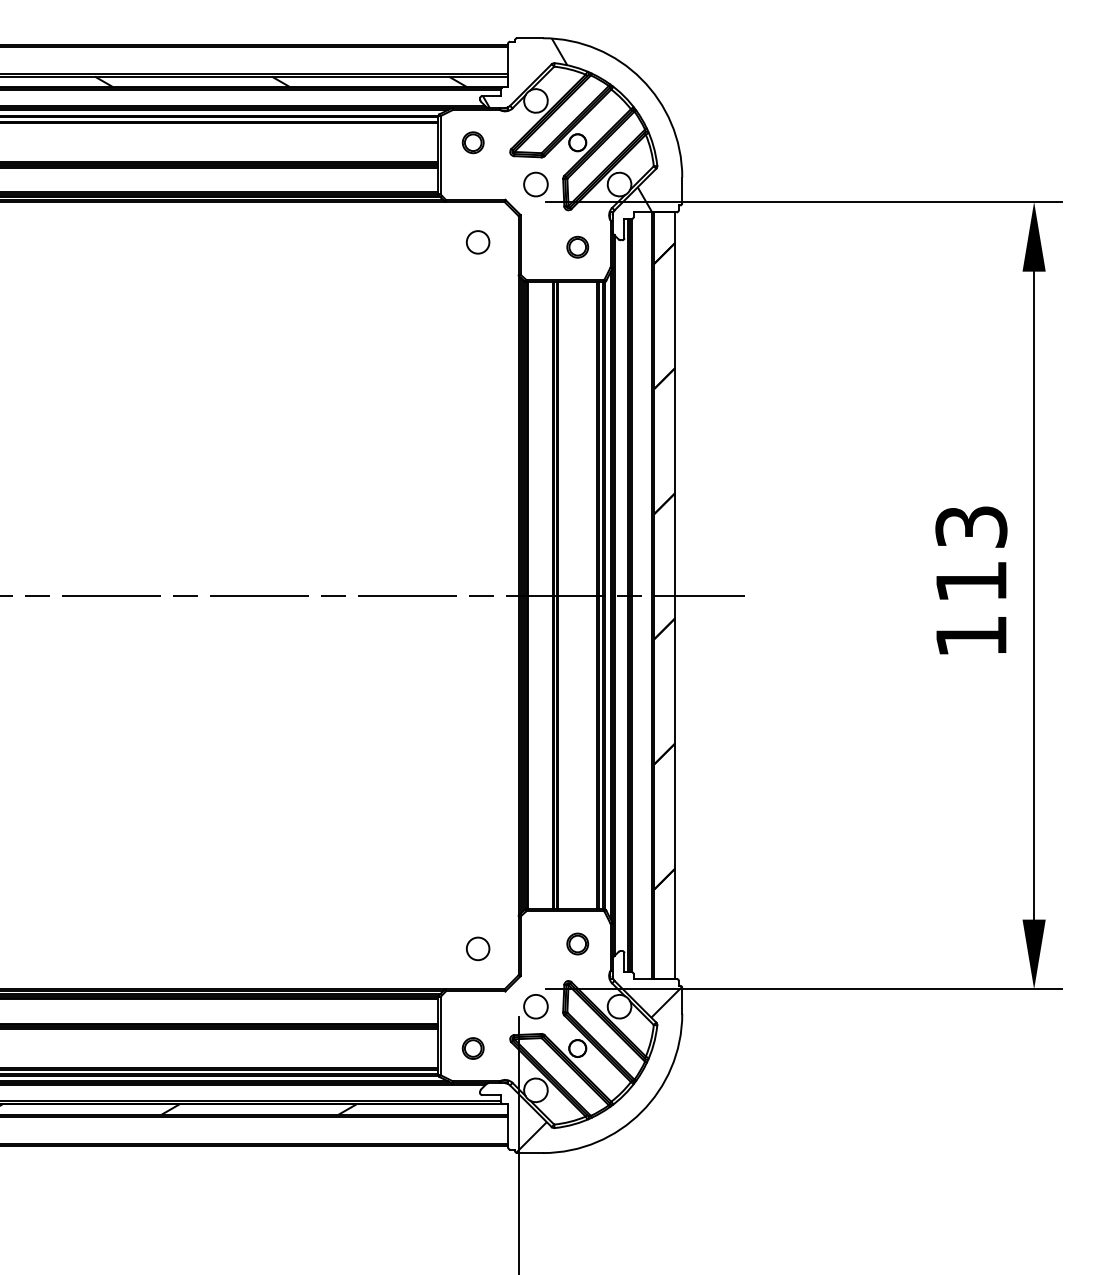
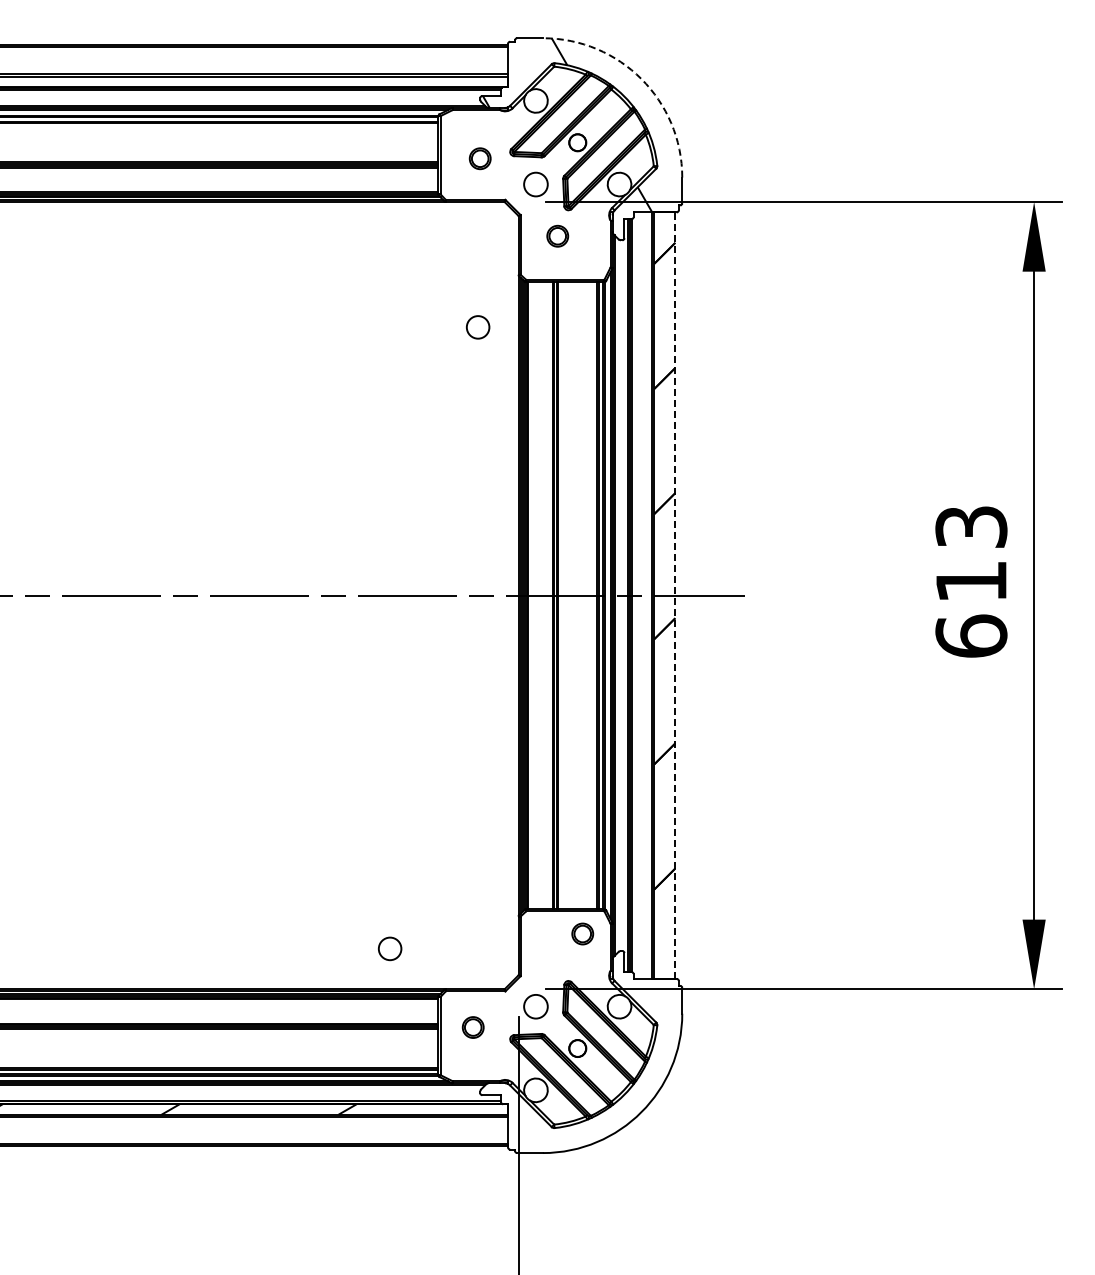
arc at (641, 79): solid -> dashed
hatch at (280, 81): present -> none
part at (472, 142) position: (472, 142) -> (479, 158)
circle at (478, 242) position: (478, 242) -> (478, 327)
part at (577, 246) position: (577, 246) -> (557, 235)
line at (675, 595): solid -> dashed
text at (971, 635): 113 -> 613
part at (577, 943) position: (577, 943) -> (582, 933)
circle at (478, 948) position: (478, 948) -> (390, 948)
part at (472, 1048) position: (472, 1048) -> (472, 1027)
hatch at (599, 1069): present -> none
